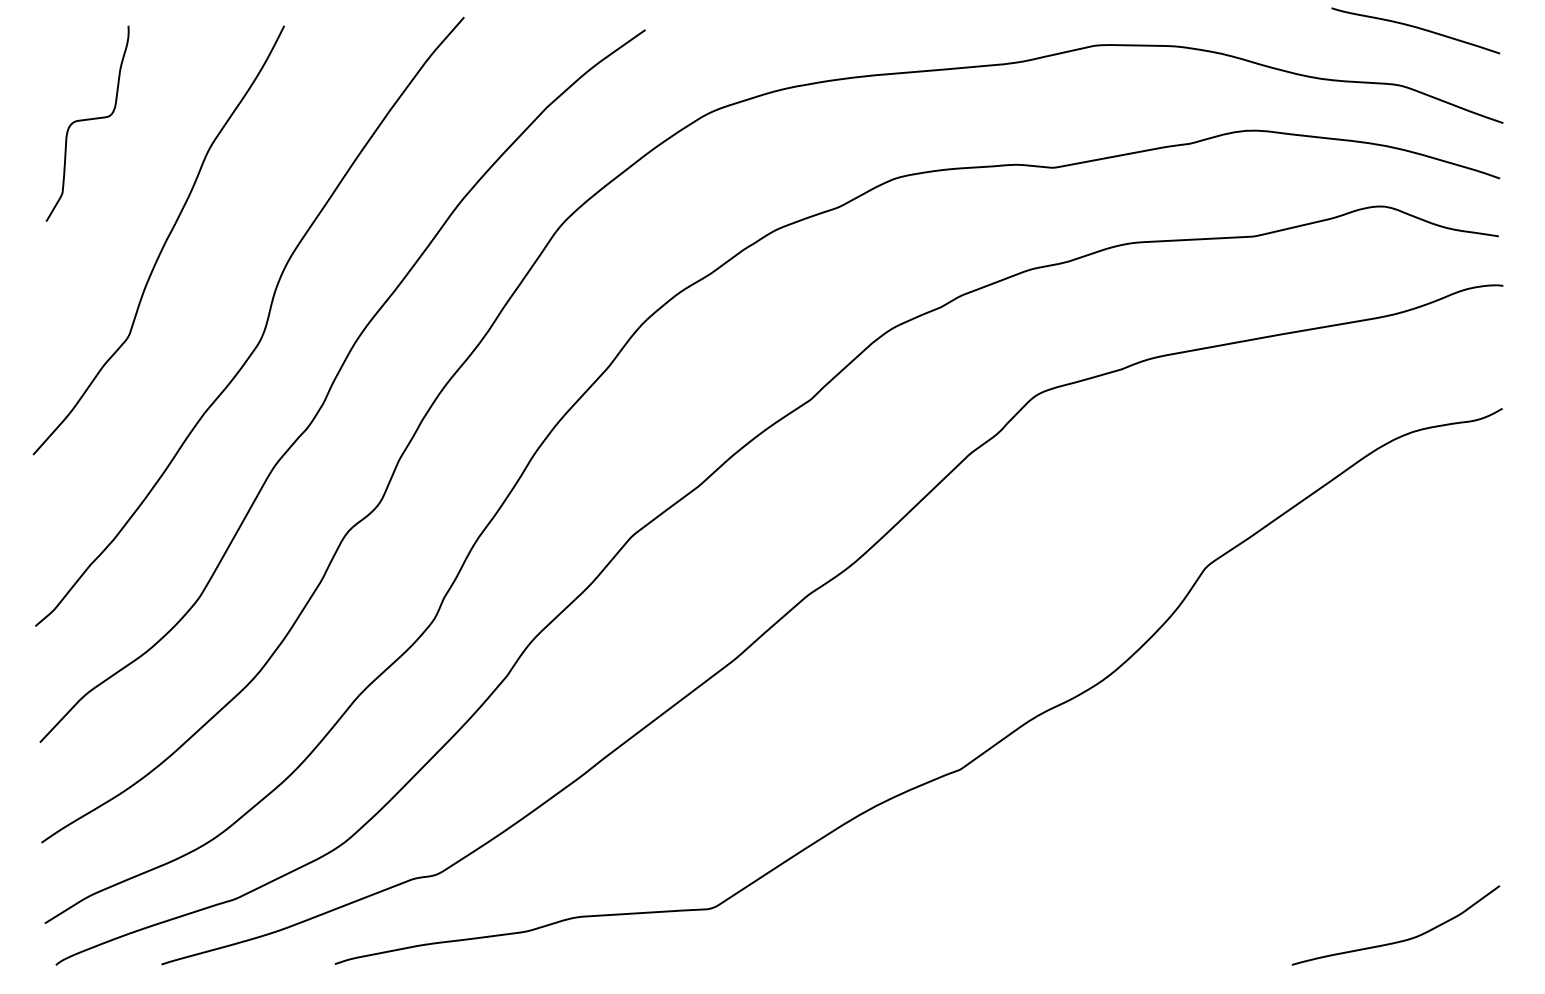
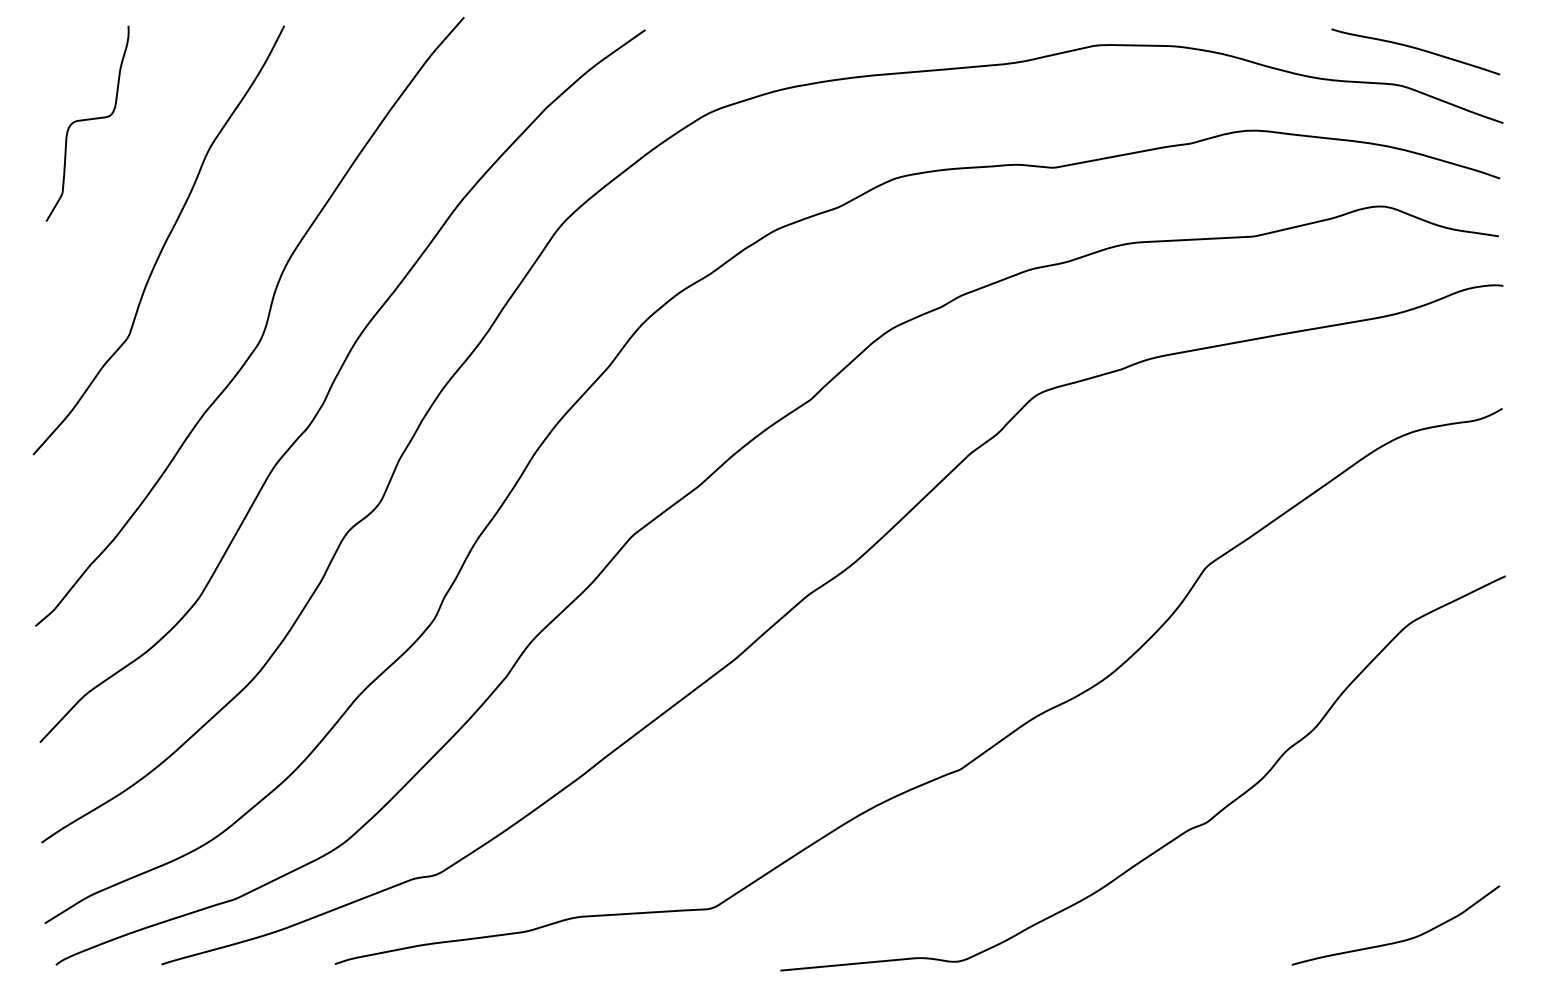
curve at (1416, 28) position: (1416, 28) -> (1416, 49)
curve at (1182, 832): none -> present
